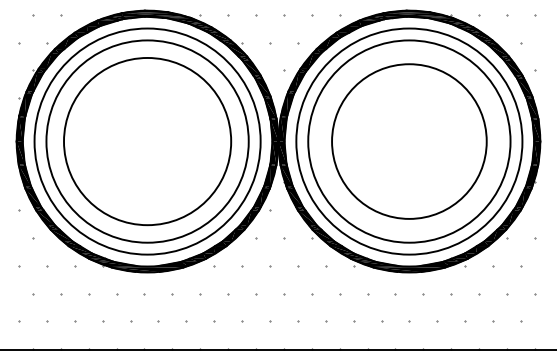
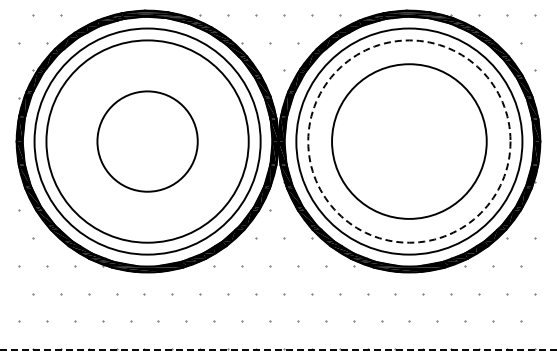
circle at (147, 141) diameter: 167 px -> 100 px
circle at (409, 141): solid -> dashed
line at (278, 349): solid -> dashed
